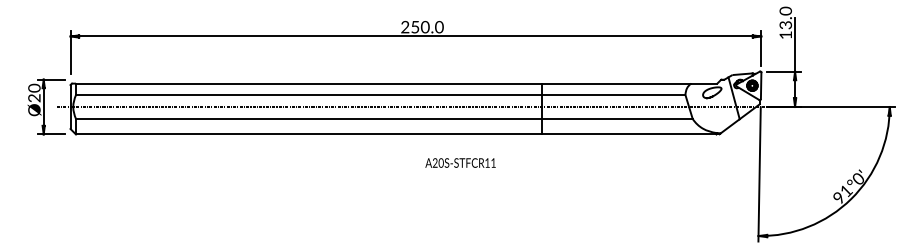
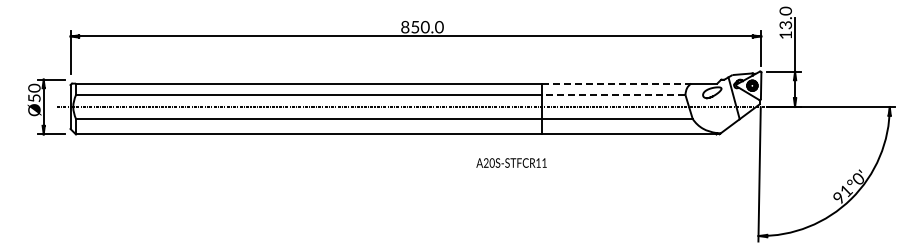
text at (405, 27): 250.0 -> 850.0
line at (616, 83): solid -> dashed
line at (613, 95): solid -> dashed
text at (34, 98): Ø20 -> Ø50
text at (460, 162) position: (460, 162) -> (511, 162)
